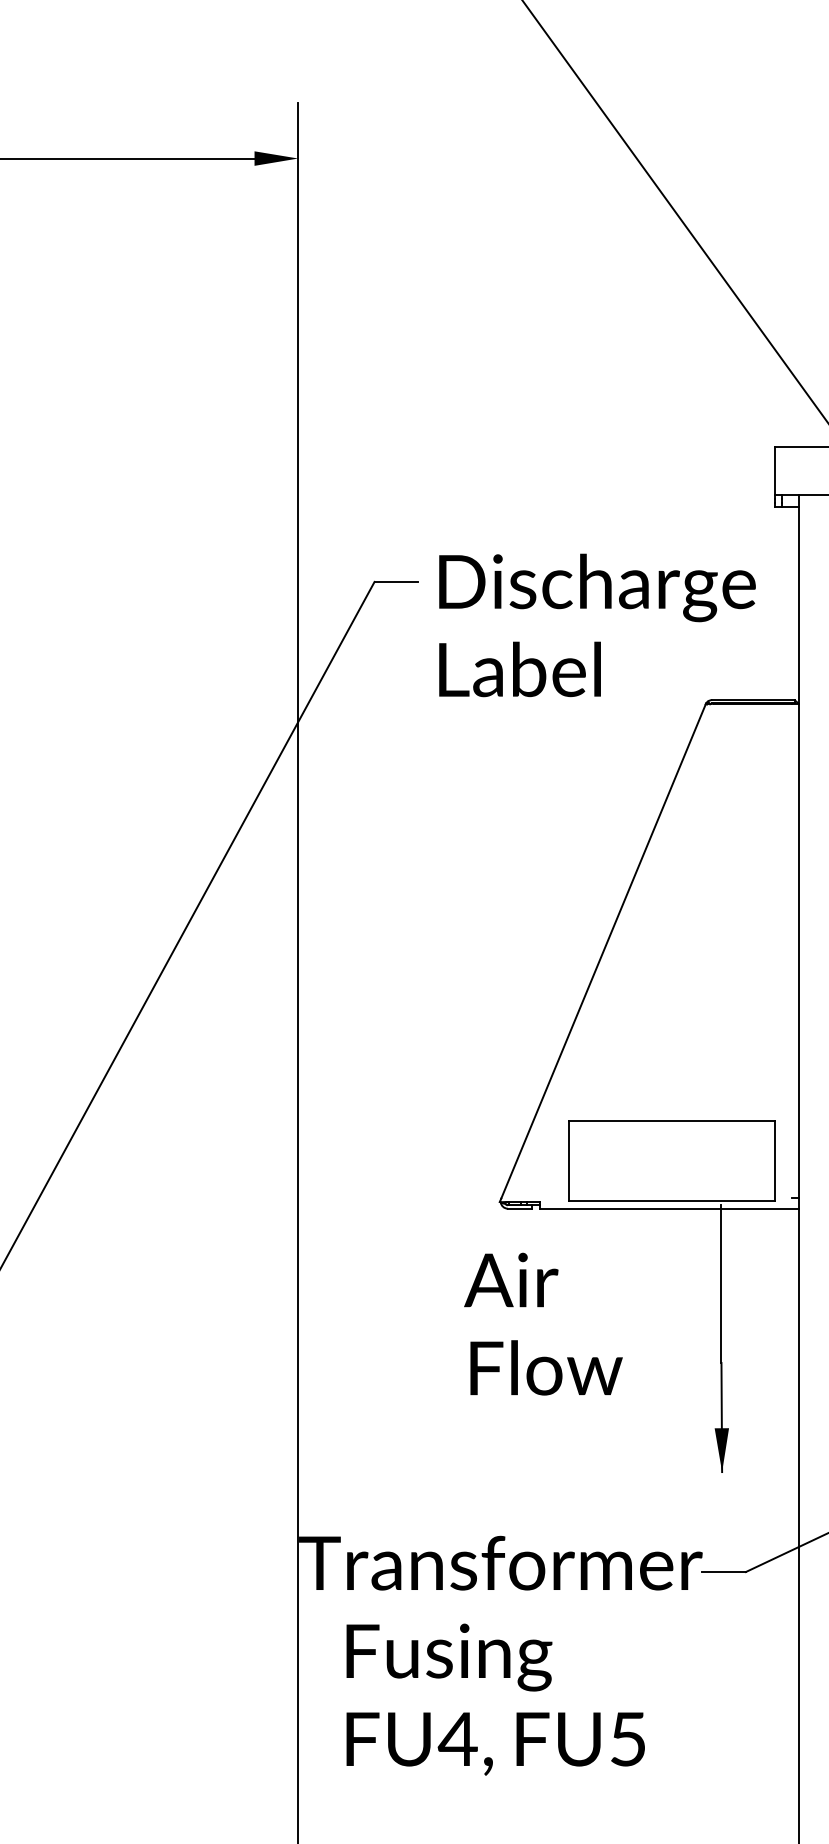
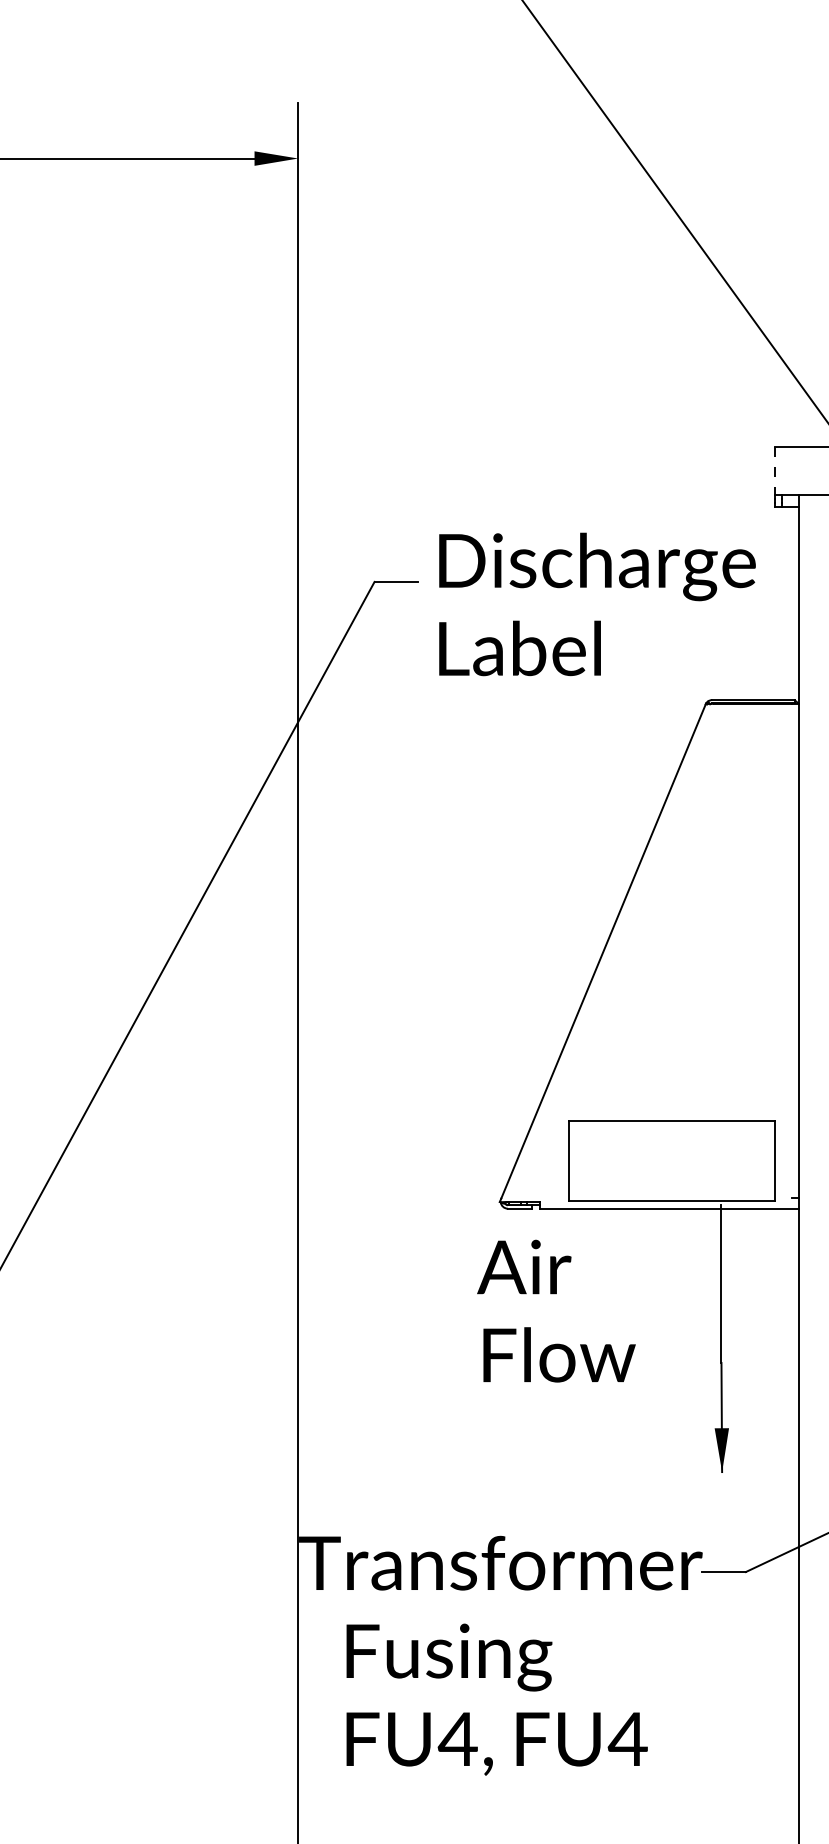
line at (774, 471): solid -> dashed
text at (597, 625) position: (597, 625) -> (597, 604)
text at (543, 1323) position: (543, 1323) -> (556, 1310)
text at (627, 1739): FU5 -> FU4
